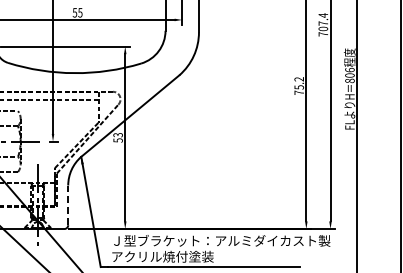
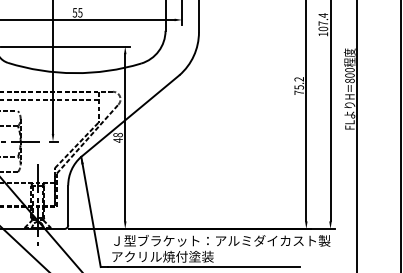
text at (323, 34): 707.4 -> 107.4
text at (349, 70): 806 -> 800
text at (117, 137): 53 -> 48
line at (68, 205): dashed -> solid
